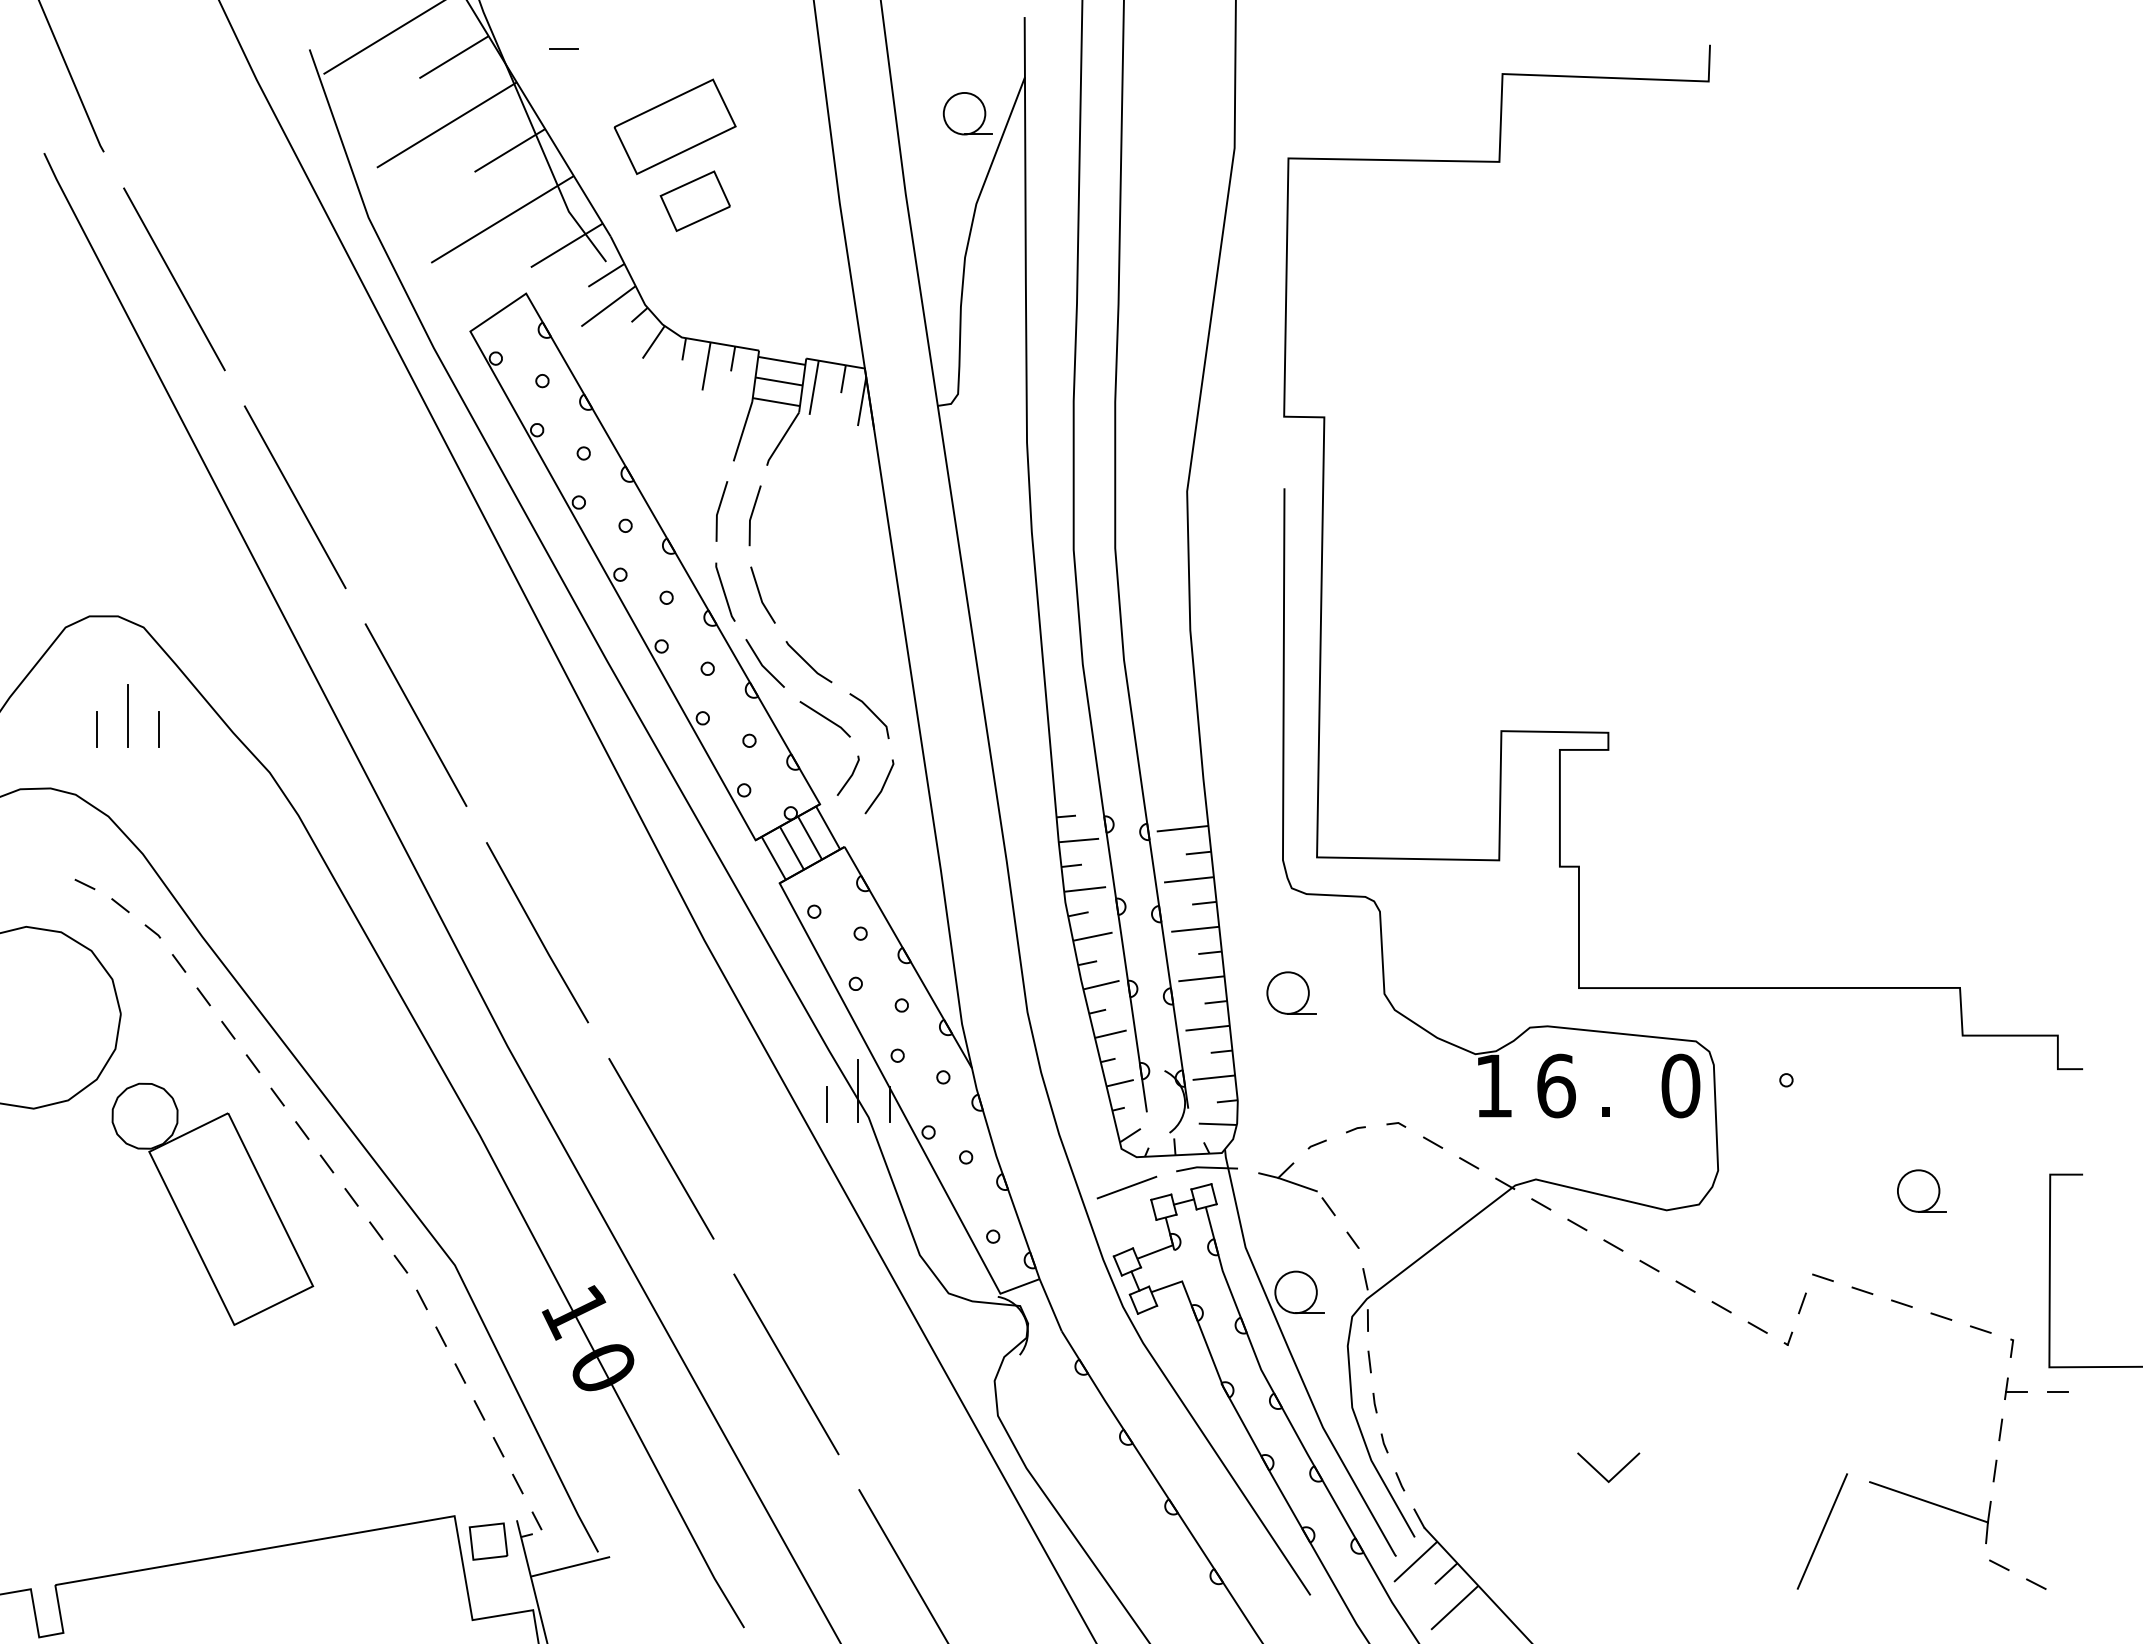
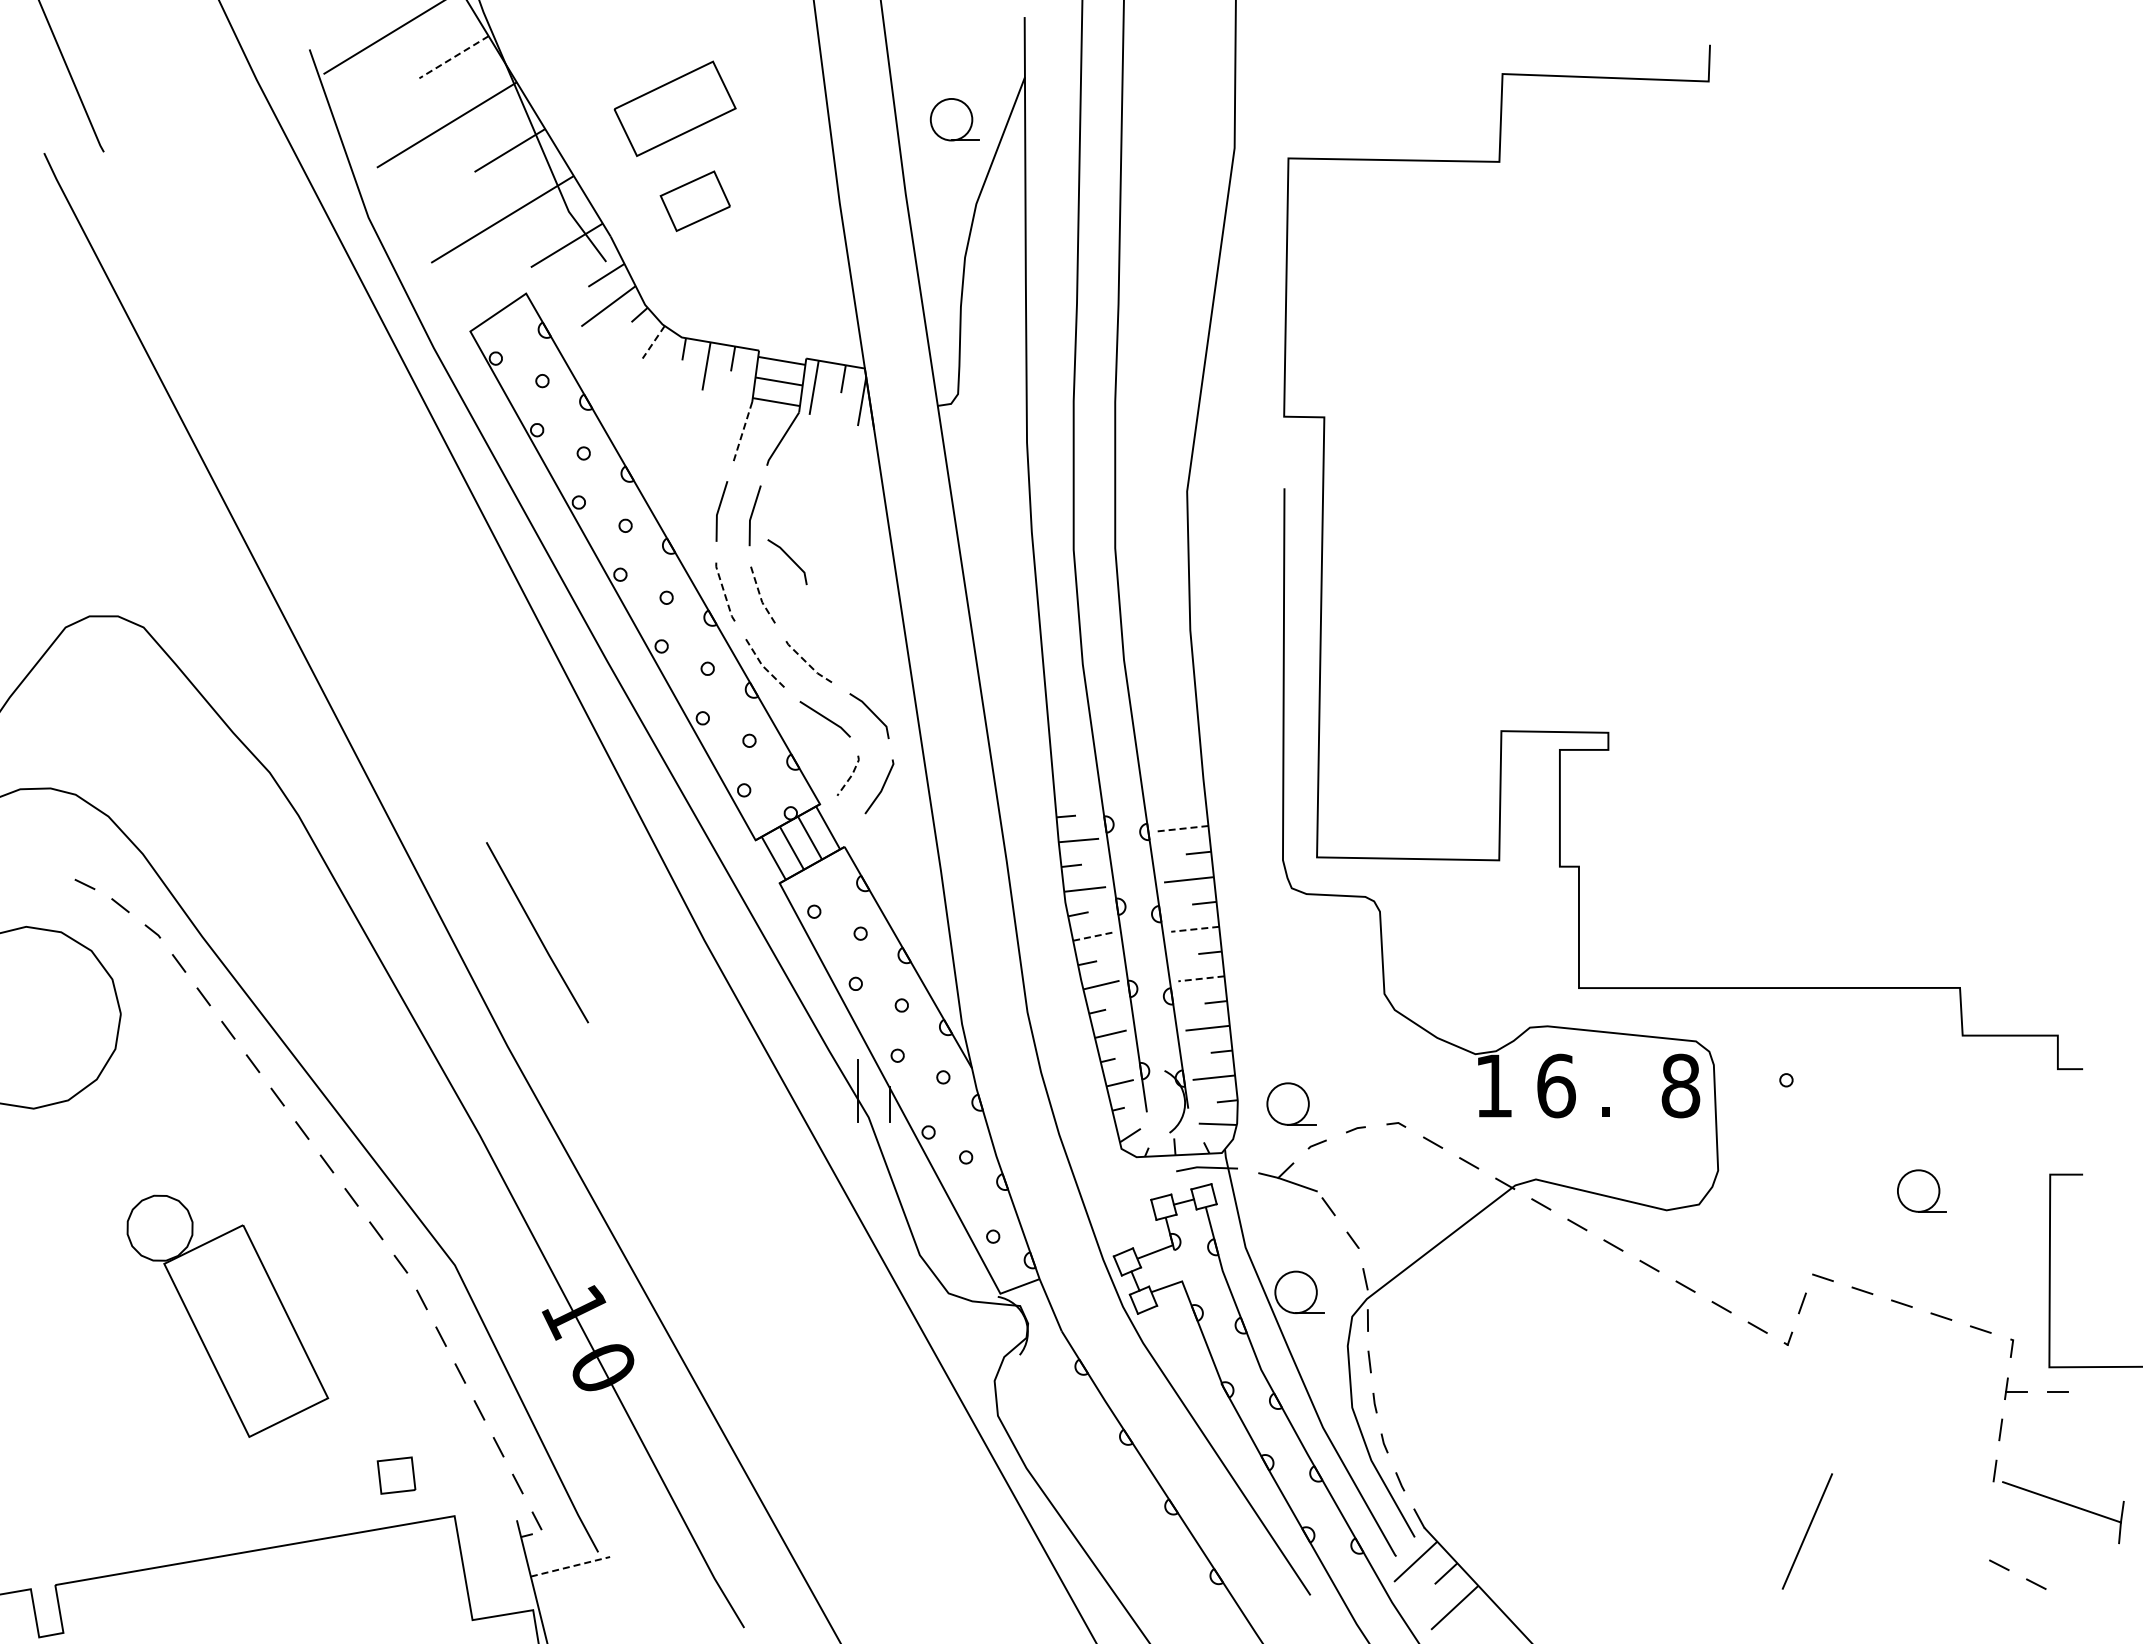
line at (563, 48): present -> none
line at (454, 57): solid -> dashed
part at (967, 113) position: (967, 113) -> (954, 119)
part at (674, 126) position: (674, 126) -> (674, 108)
line at (174, 279): present -> none
line at (653, 342): solid -> dashed
line at (742, 432): solid -> dashed
line at (294, 497): present -> none
line at (790, 559): none -> present
line at (724, 592): solid -> dashed
line at (760, 596): solid -> dashed
line at (808, 664): solid -> dashed
line at (762, 665): solid -> dashed
line at (415, 714): present -> none
line at (127, 715): present -> none
line at (96, 728): present -> none
line at (159, 728): present -> none
line at (851, 775): solid -> dashed
line at (1182, 828): solid -> dashed
line at (1194, 929): solid -> dashed
line at (1093, 936): solid -> dashed
line at (1200, 978): solid -> dashed
part at (1291, 992) position: (1291, 992) -> (1291, 1103)
text at (1680, 1086): 0 -> 8
line at (826, 1104): present -> none
line at (661, 1148): present -> none
line at (1126, 1187): present -> none
part at (212, 1203) position: (212, 1203) -> (227, 1315)
line at (786, 1364): present -> none
line at (1601, 1473): present -> none
part at (1931, 1504) position: (1931, 1504) -> (2064, 1504)
line at (1821, 1531) position: (1821, 1531) -> (1806, 1531)
part at (488, 1541) position: (488, 1541) -> (396, 1475)
line at (902, 1565): present -> none
line at (570, 1566): solid -> dashed
